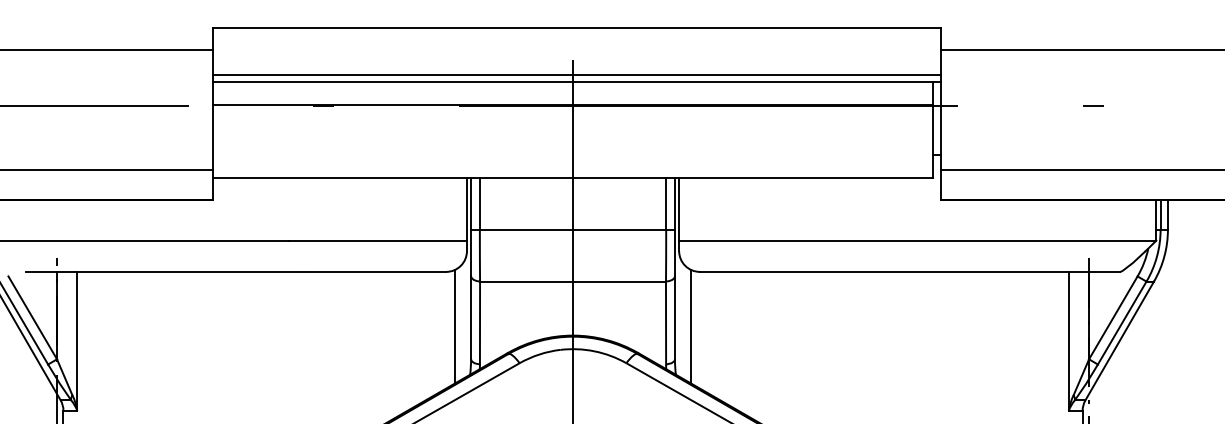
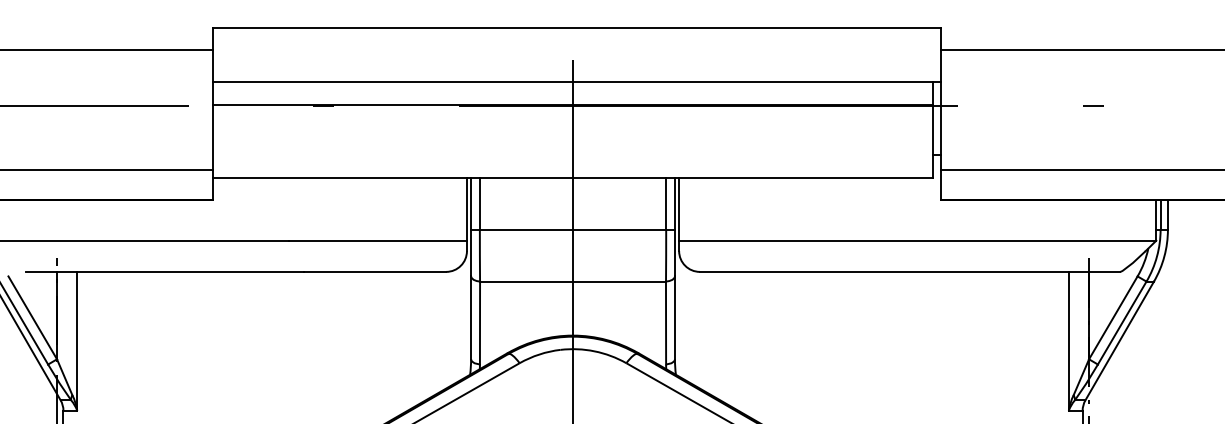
line at (577, 75): present -> none
line at (455, 326): present -> none
line at (690, 326): present -> none
